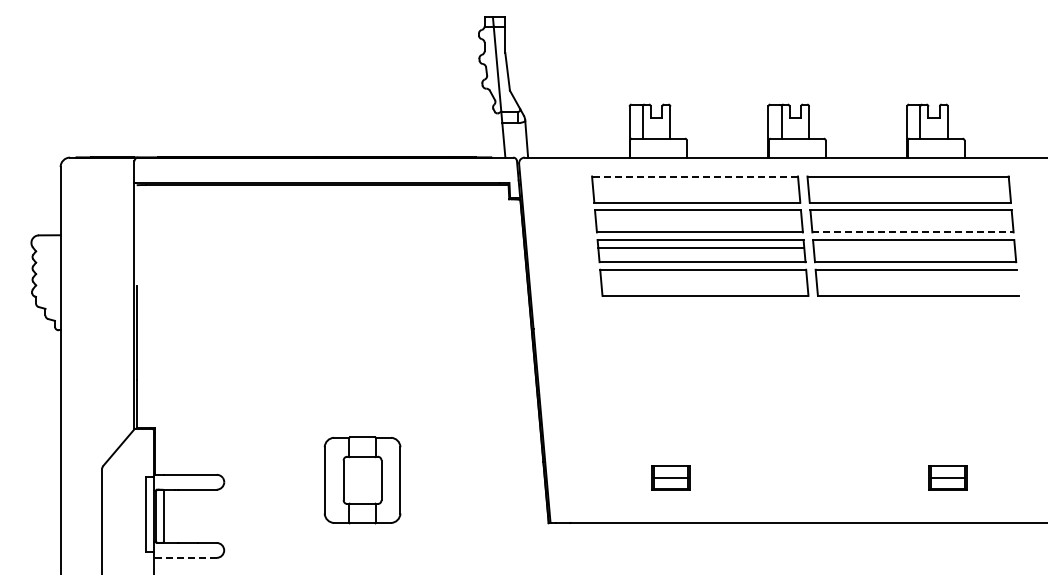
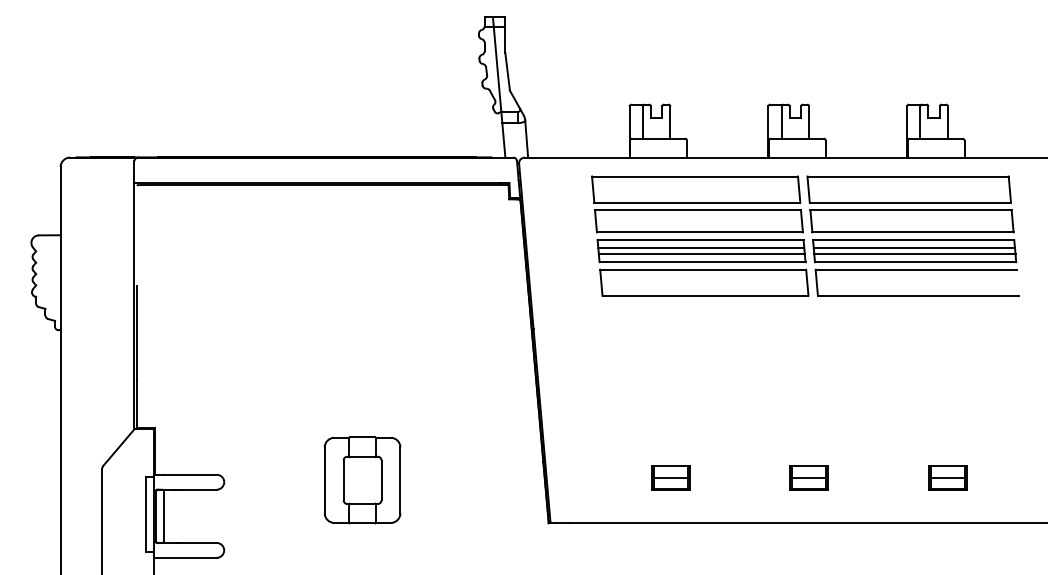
line at (695, 176): dashed -> solid
line at (913, 232): dashed -> solid
line at (913, 247): none -> present
line at (701, 254): none -> present
line at (914, 254): none -> present
part at (808, 477): none -> present
line at (186, 557): dashed -> solid
